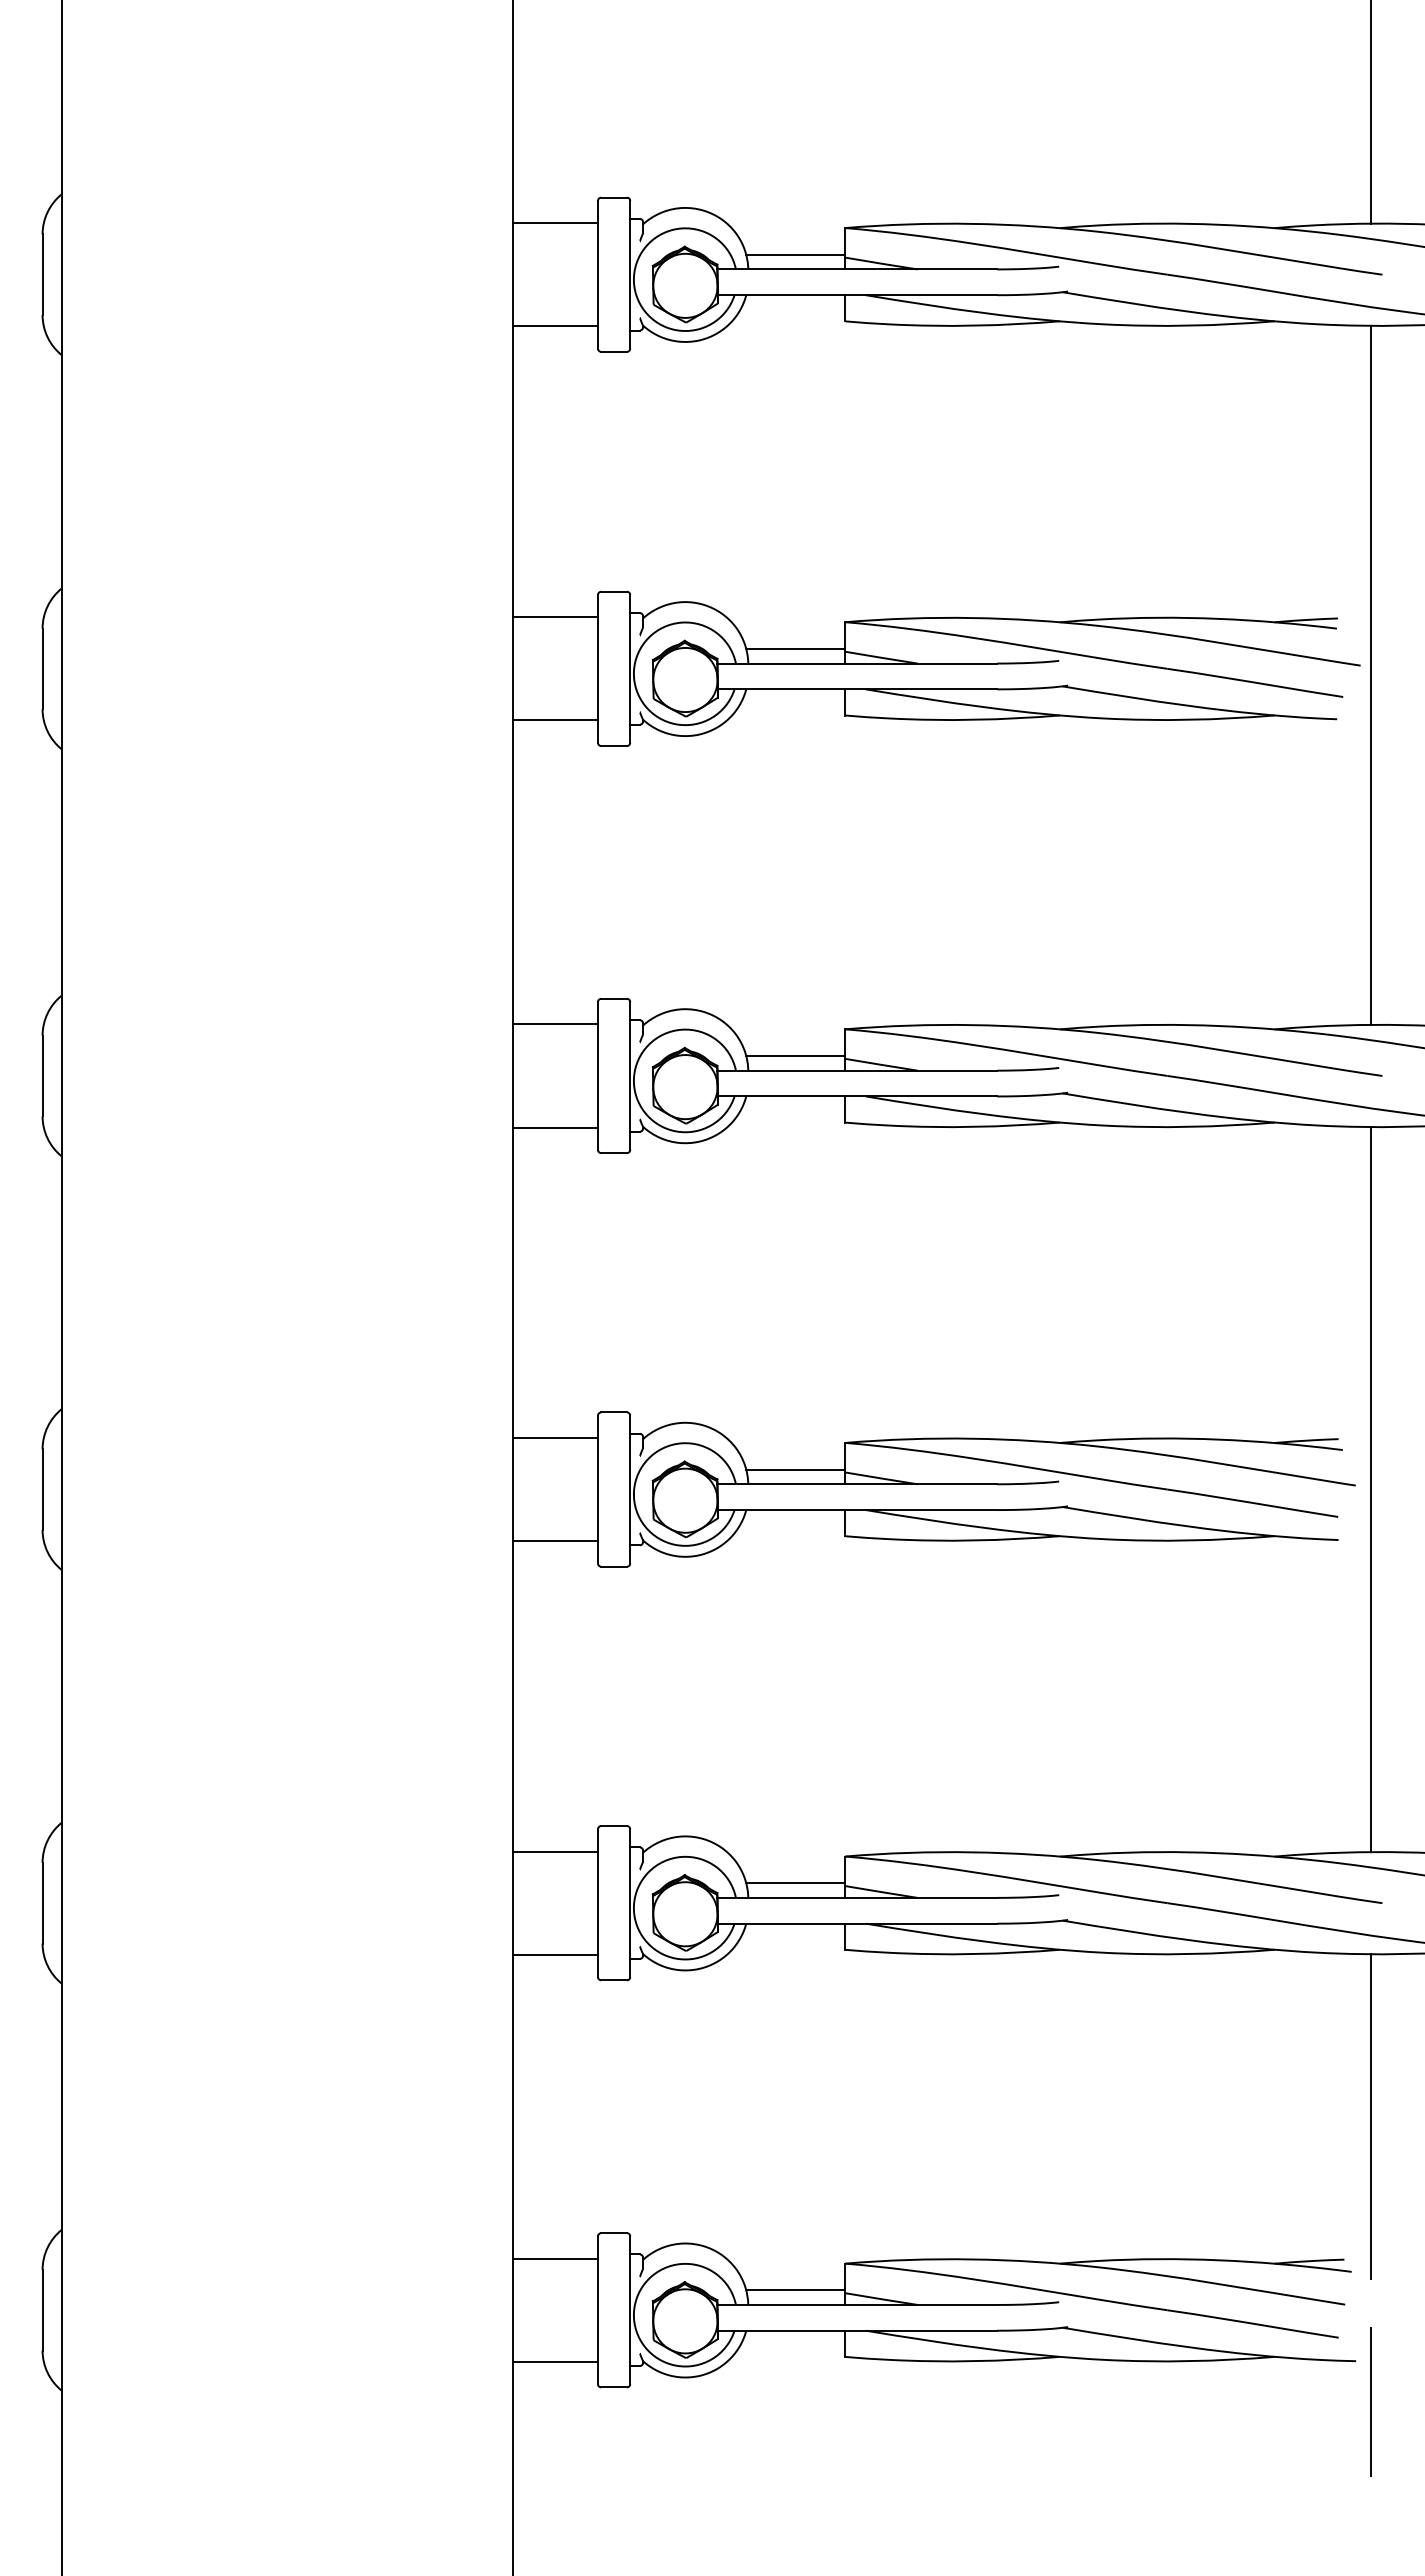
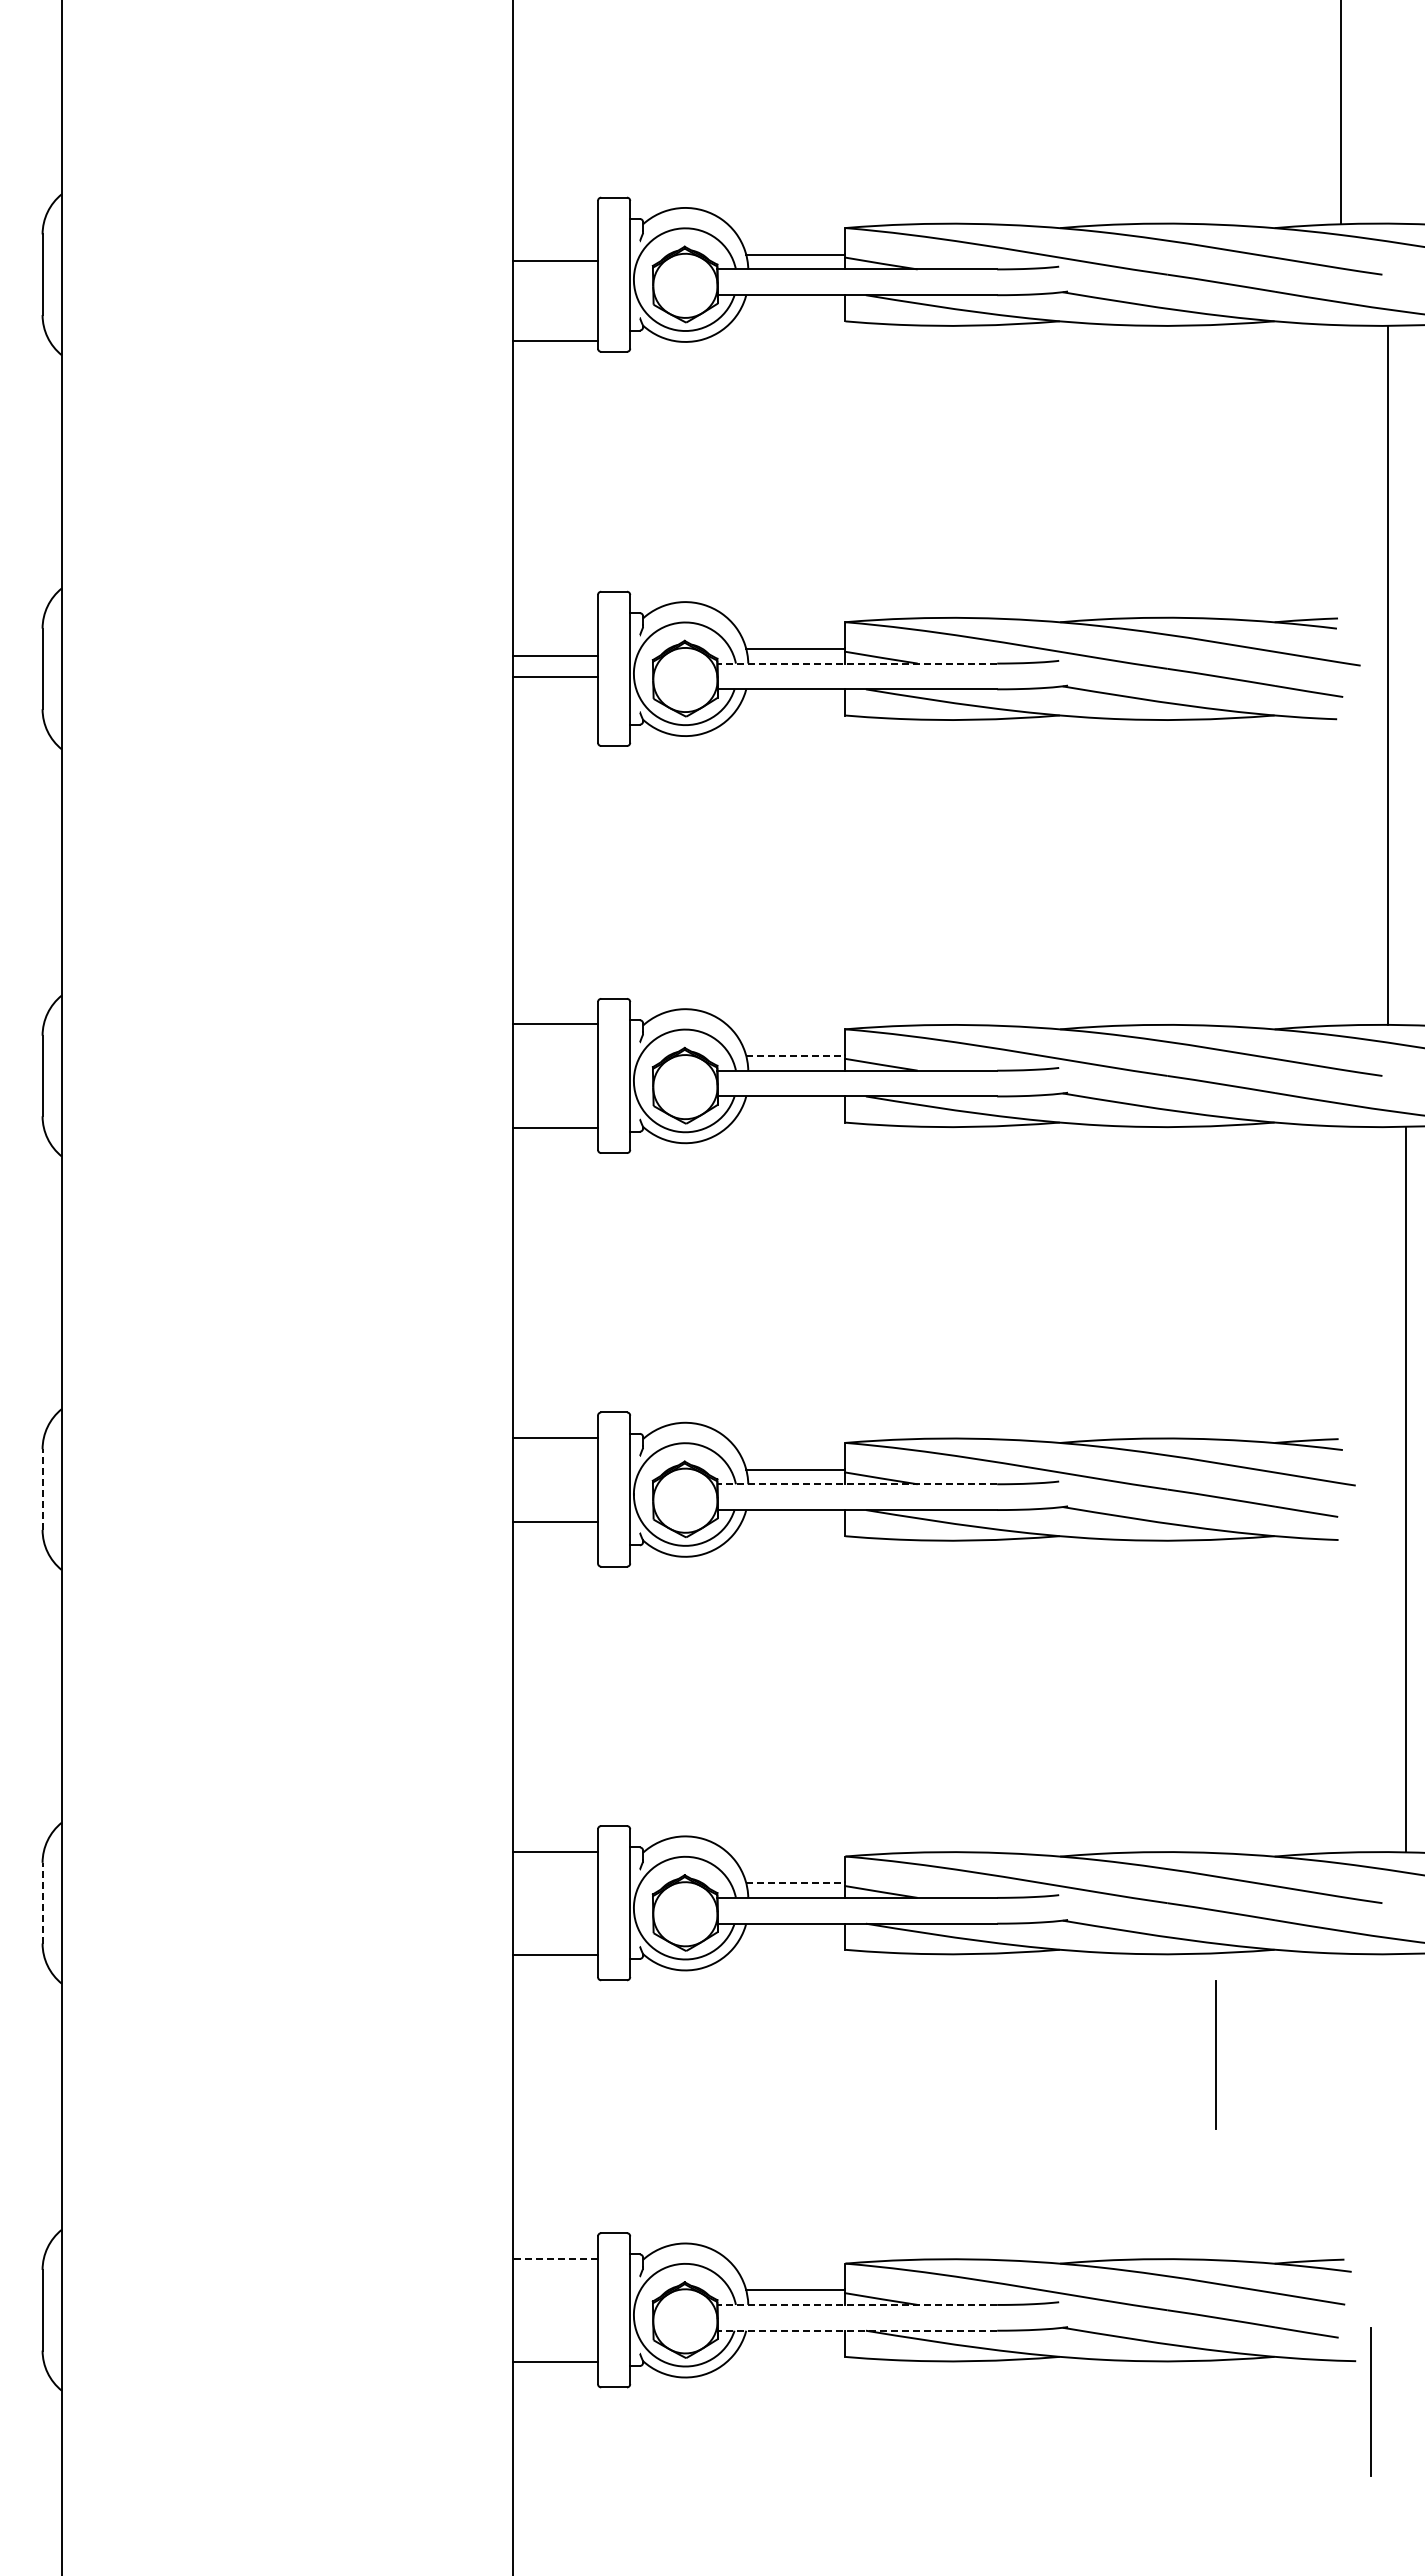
line at (1371, 112) position: (1371, 112) -> (1341, 112)
line at (555, 223) position: (555, 223) -> (555, 261)
line at (555, 326) position: (555, 326) -> (555, 341)
line at (555, 617) position: (555, 617) -> (555, 656)
line at (857, 663): solid -> dashed
line at (1371, 674) position: (1371, 674) -> (1388, 674)
line at (555, 720) position: (555, 720) -> (555, 677)
line at (795, 1056): solid -> dashed
line at (857, 1484): solid -> dashed
line at (42, 1489): solid -> dashed
line at (1371, 1489) position: (1371, 1489) -> (1406, 1489)
line at (555, 1541) position: (555, 1541) -> (555, 1522)
line at (795, 1883): solid -> dashed
line at (42, 1902): solid -> dashed
line at (1215, 2054): none -> present
line at (1371, 2116): present -> none
line at (555, 2258): solid -> dashed
line at (857, 2304): solid -> dashed
line at (857, 2330): solid -> dashed
